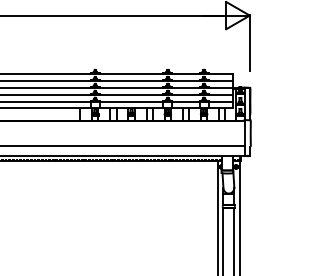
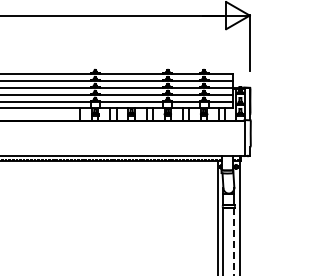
line at (123, 146): present -> none
line at (234, 241): solid -> dashed
